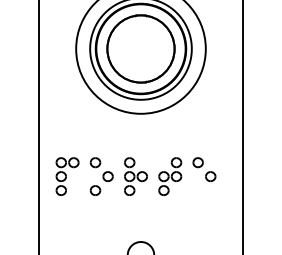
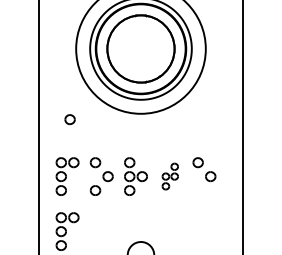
part at (69, 119): none -> present
part at (170, 176) size: 25x39 px -> 18x29 px
part at (67, 231): none -> present
